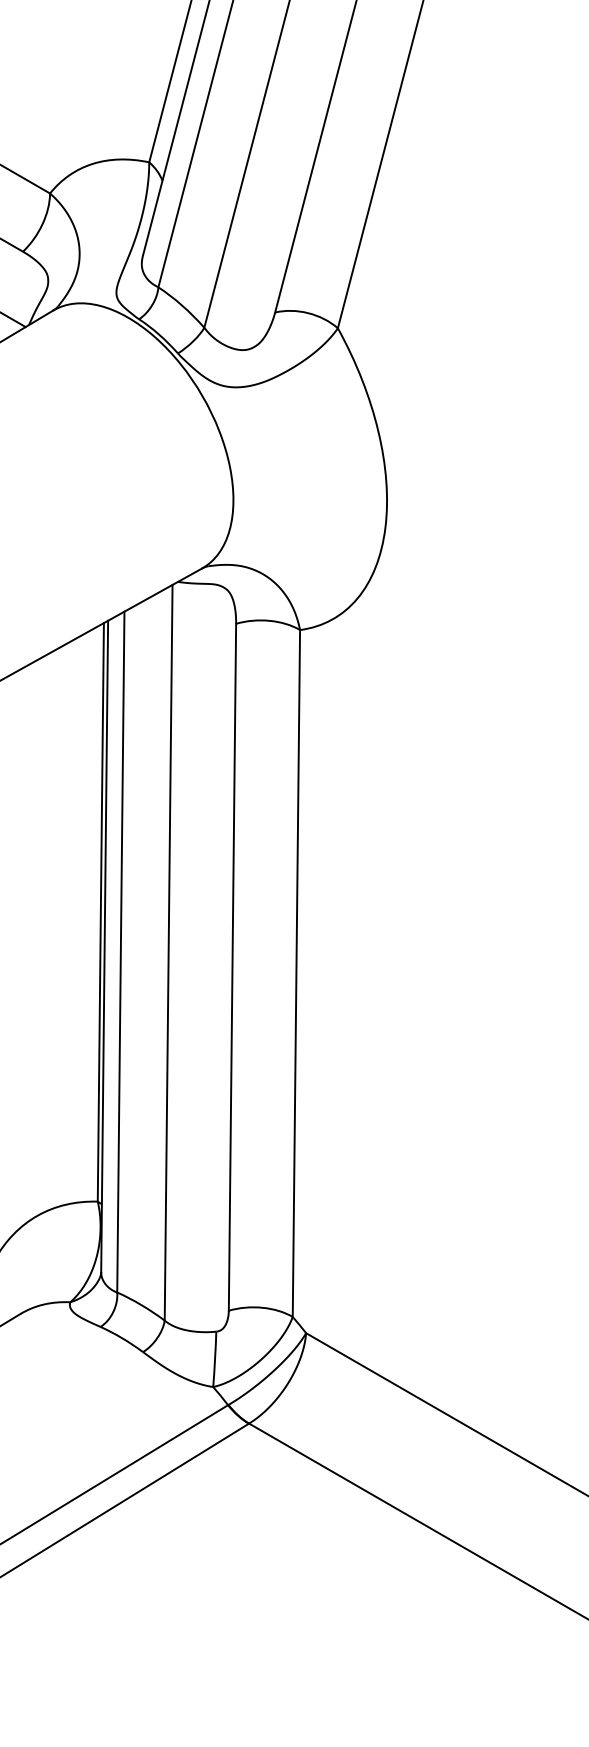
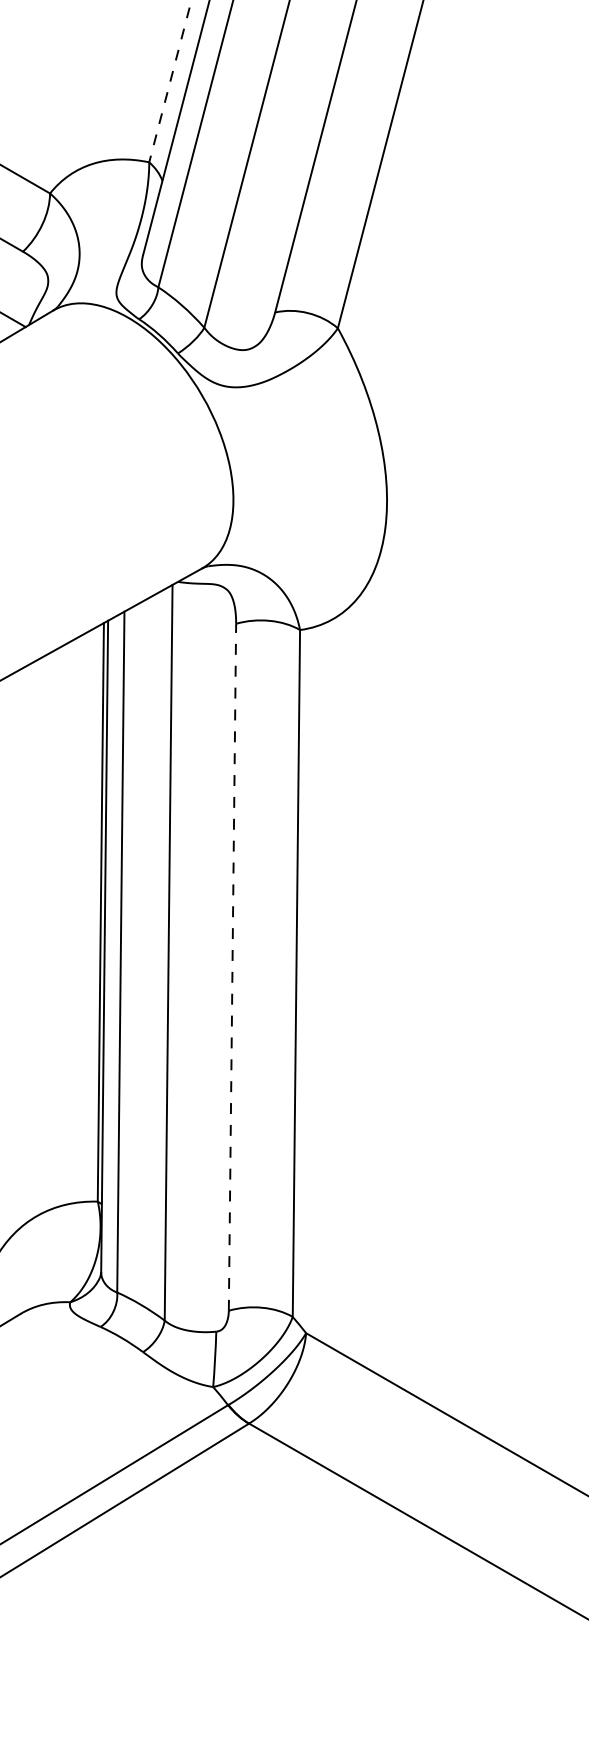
line at (170, 82): solid -> dashed
line at (232, 966): solid -> dashed
